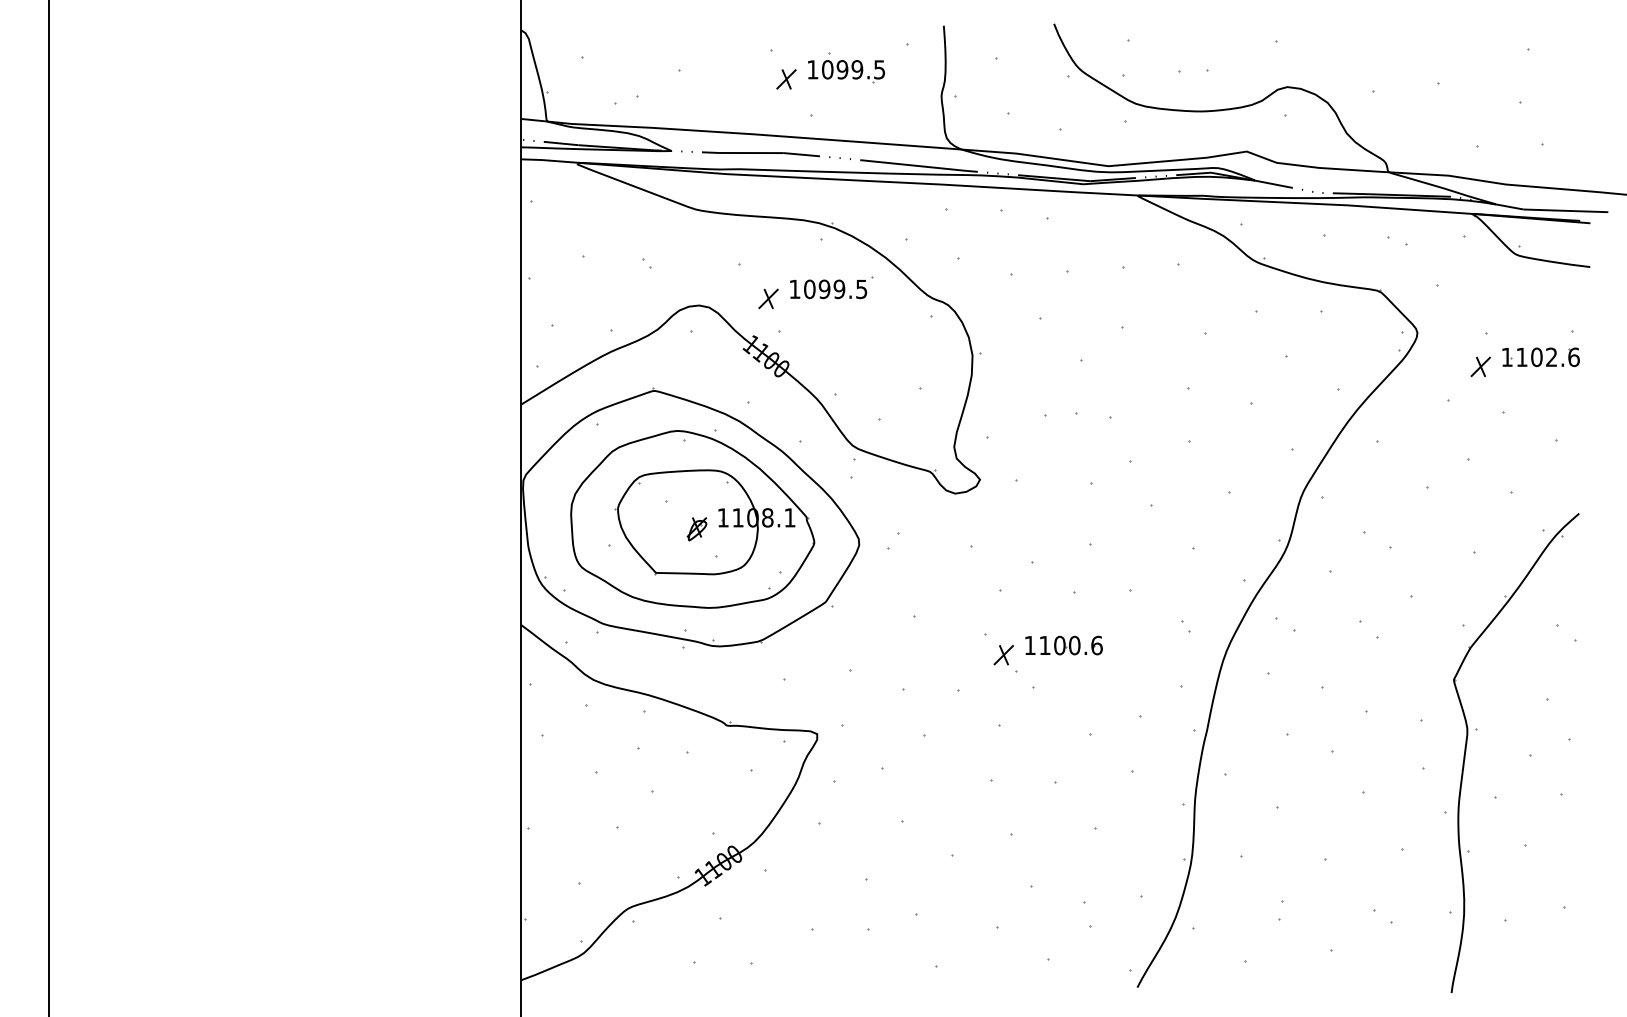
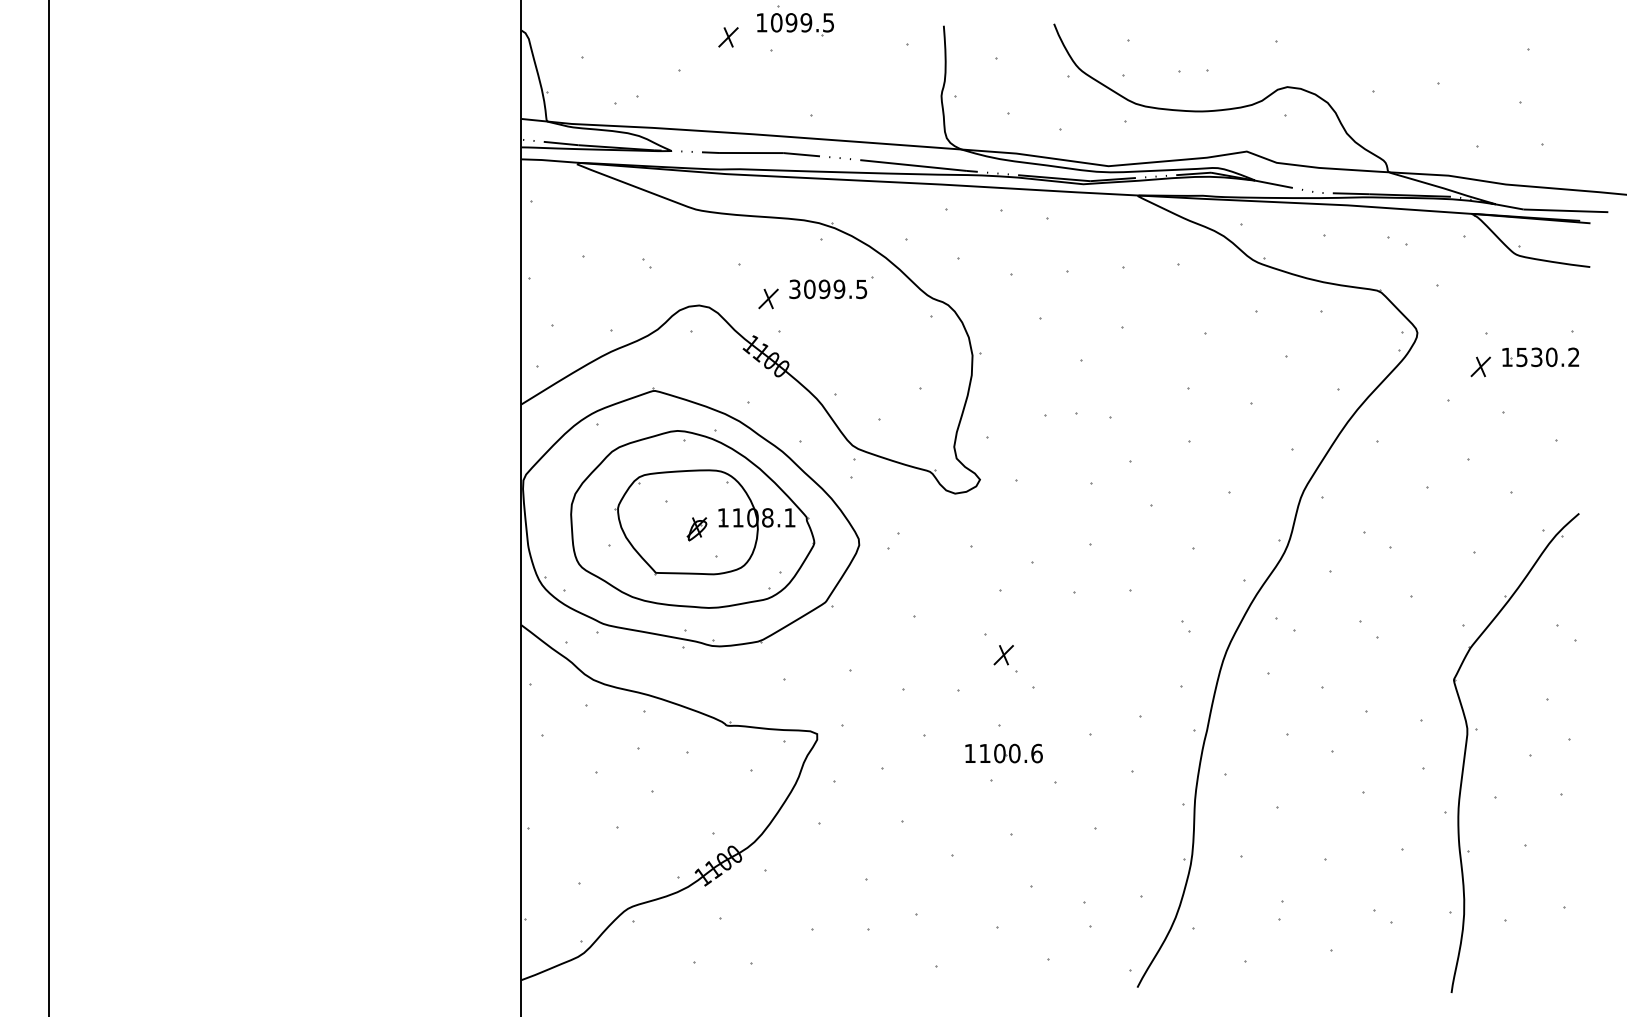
part at (846, 67) position: (846, 67) -> (795, 20)
part at (786, 79) position: (786, 79) -> (728, 37)
text at (794, 289): 1099.5 -> 3099.5
text at (1547, 357): 1102.6 -> 1530.2
part at (1063, 645) position: (1063, 645) -> (1003, 753)
